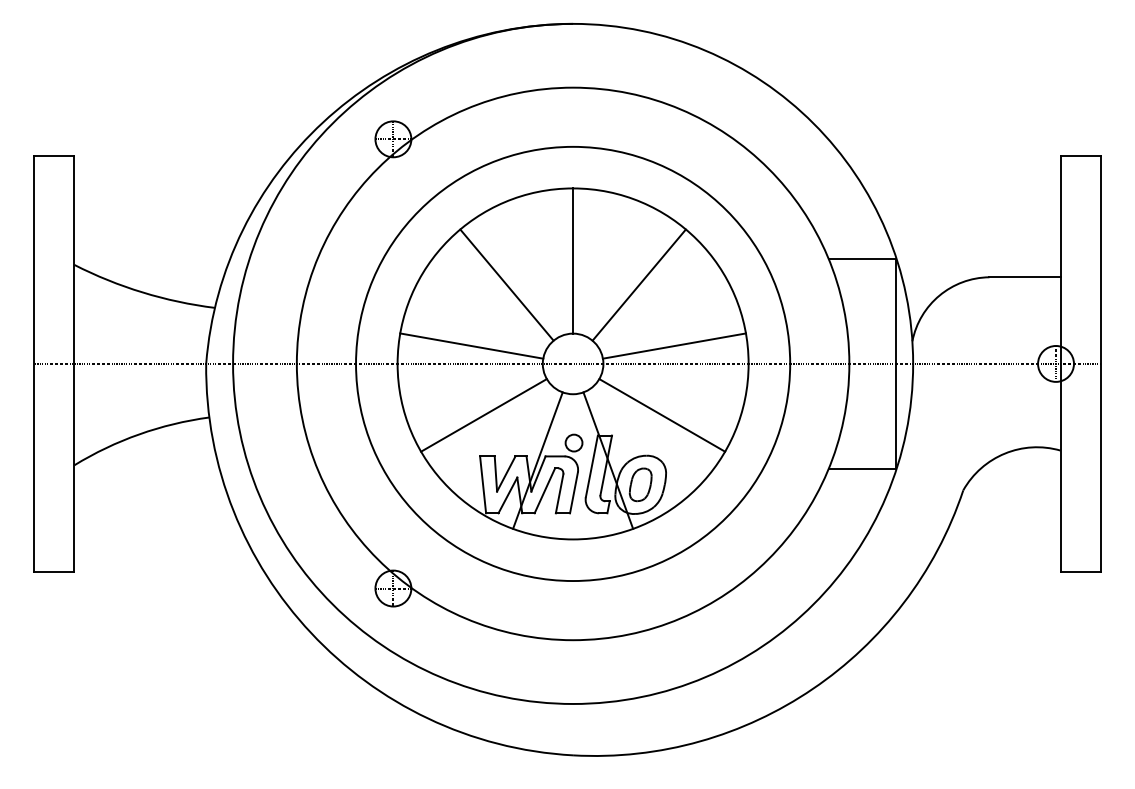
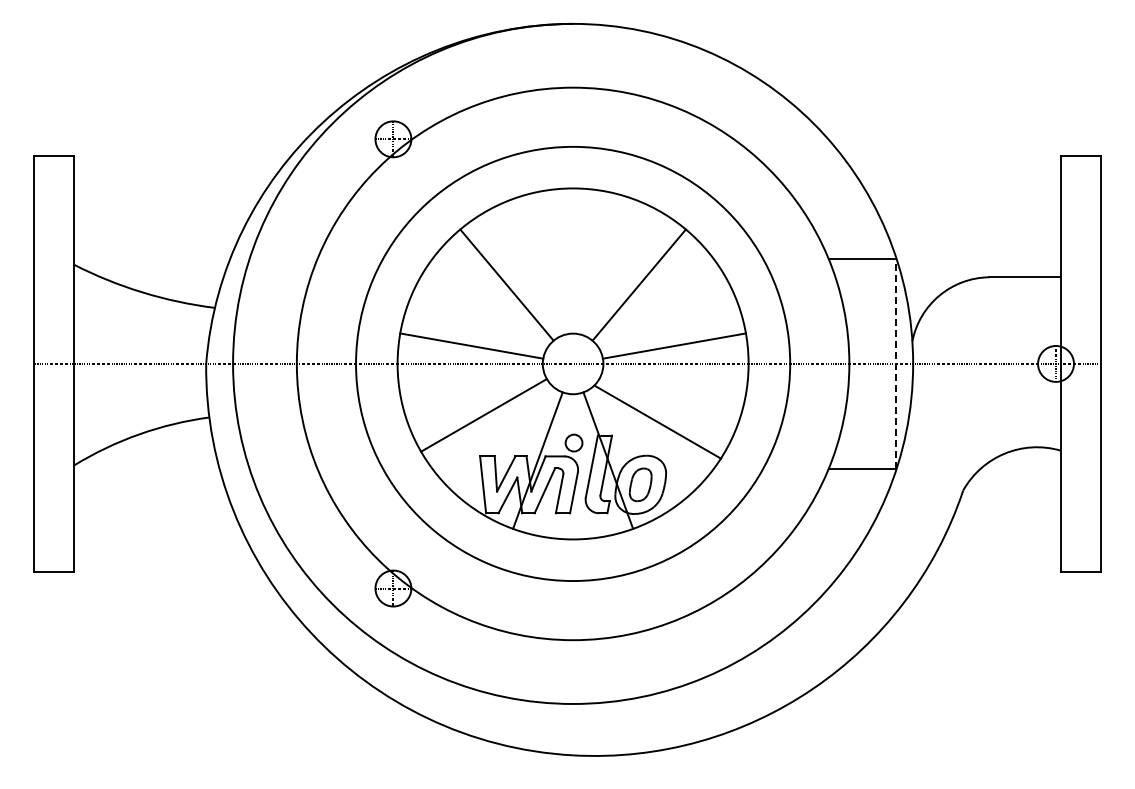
line at (573, 260): present -> none
line at (896, 363): solid -> dashed
line at (662, 415) position: (662, 415) -> (658, 422)
